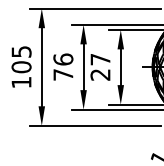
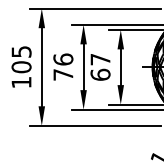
text at (100, 74): 27 -> 67
